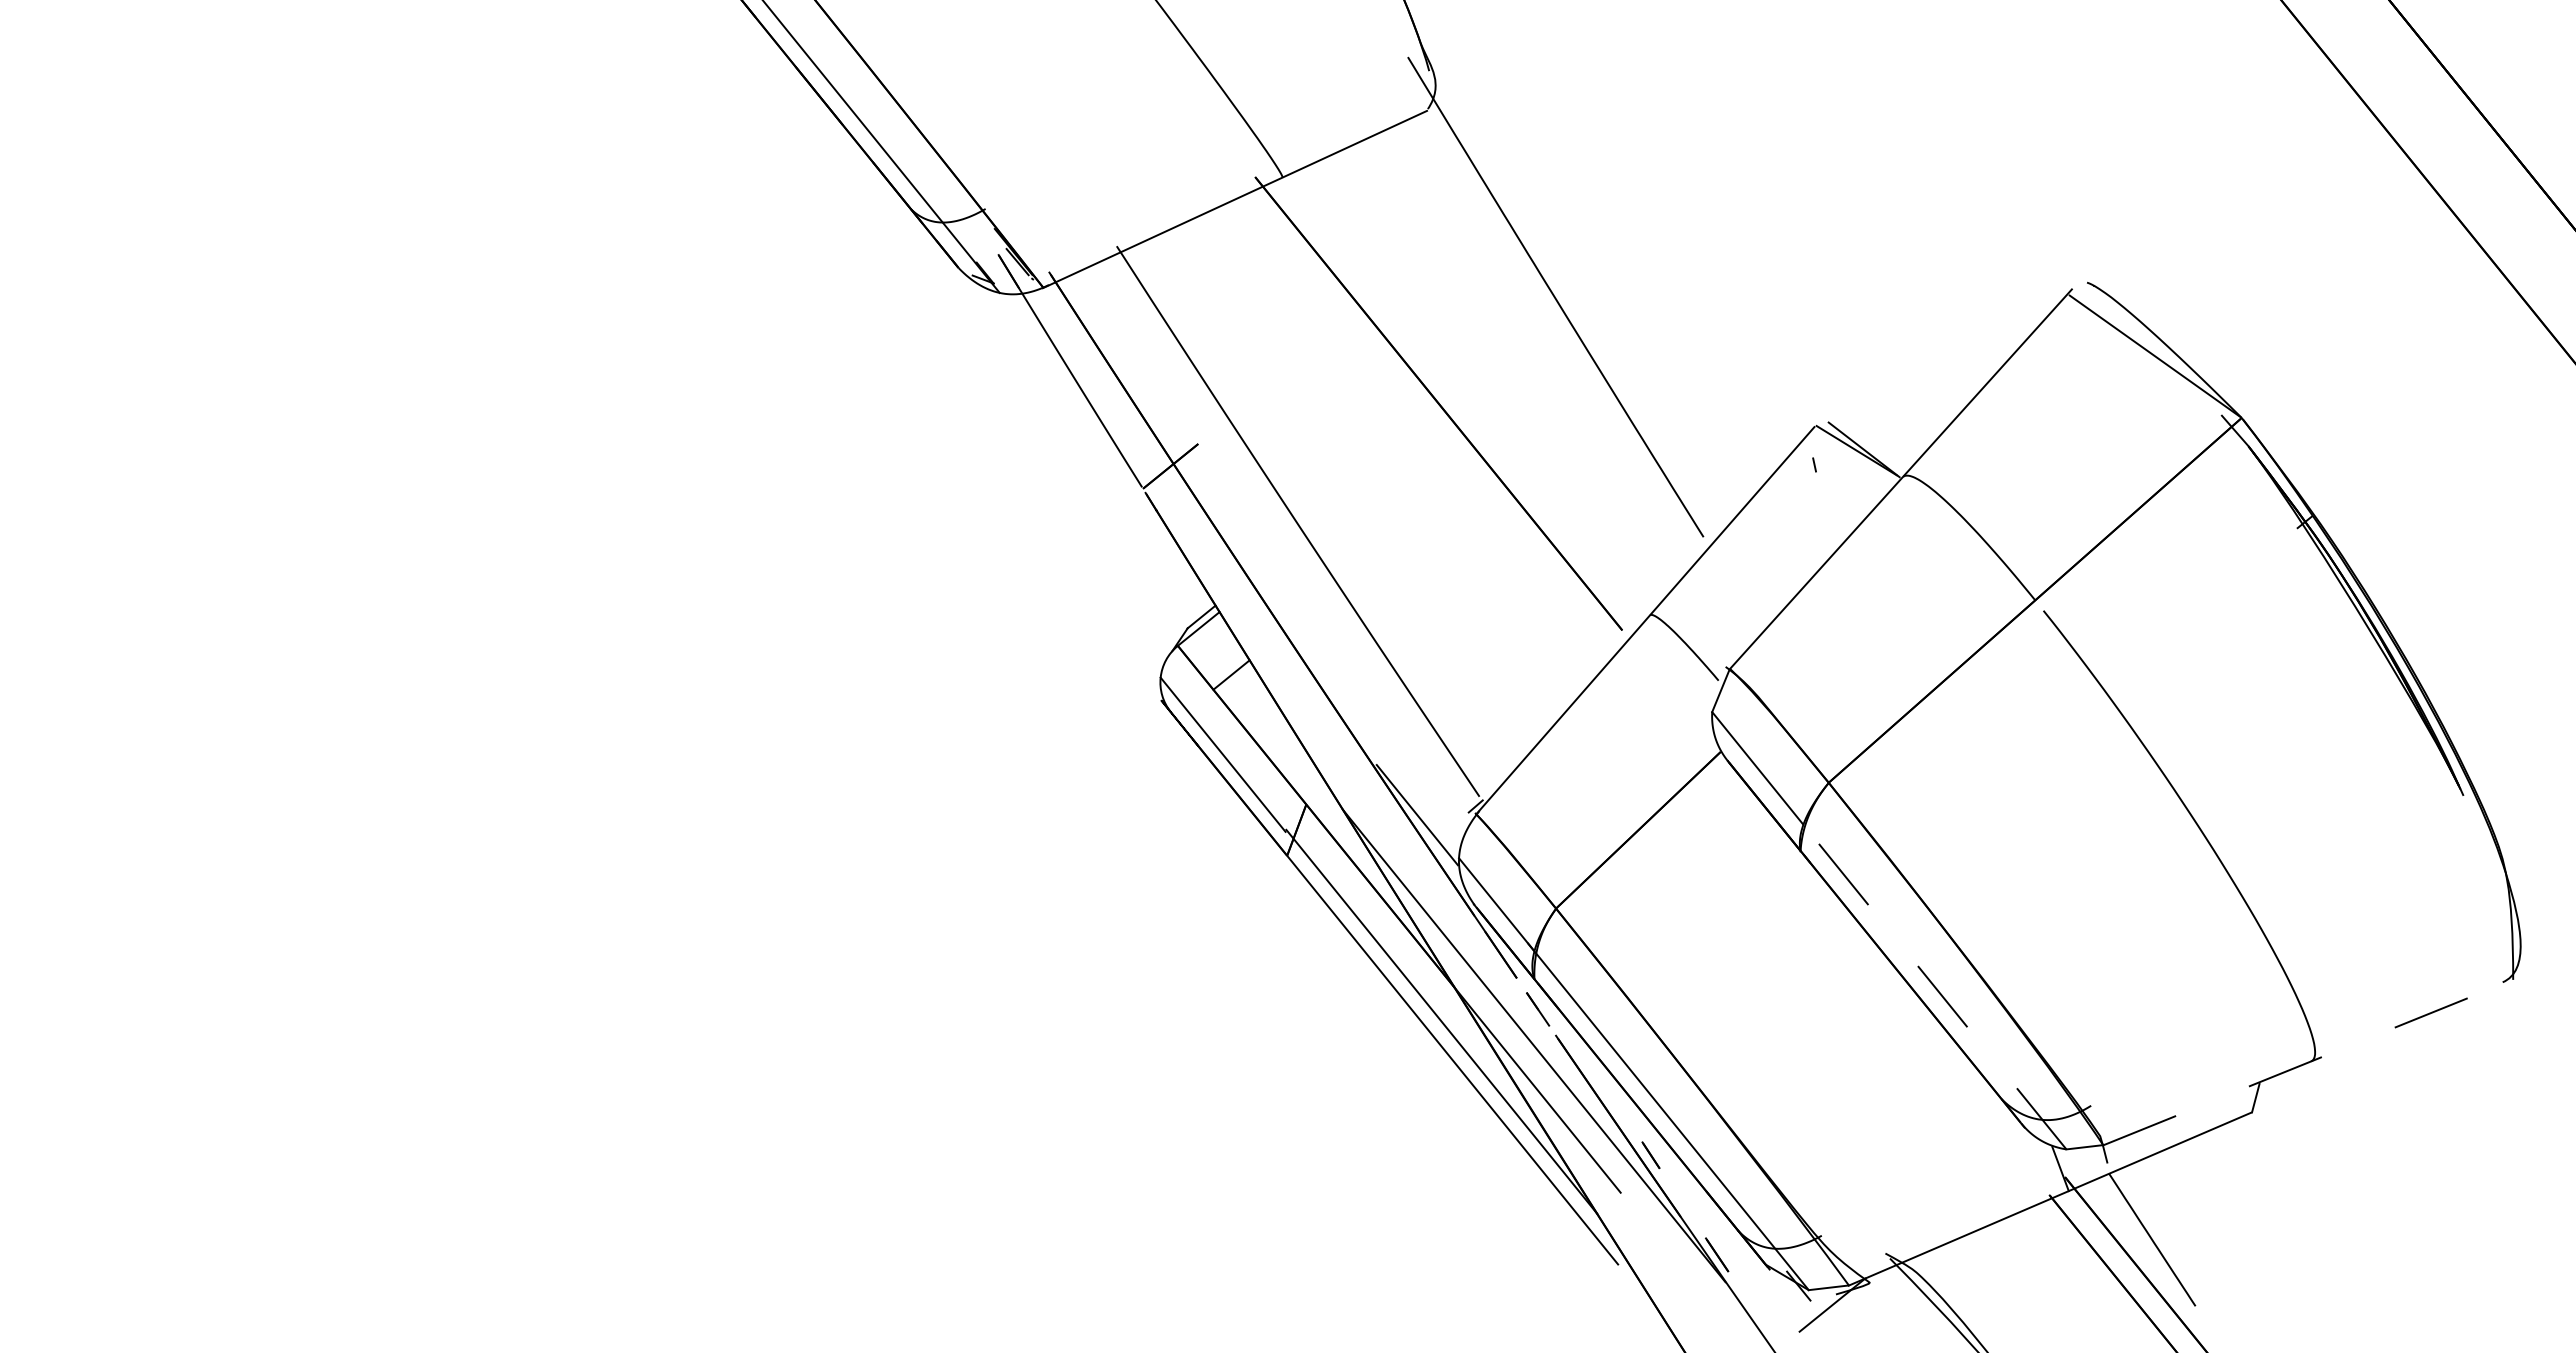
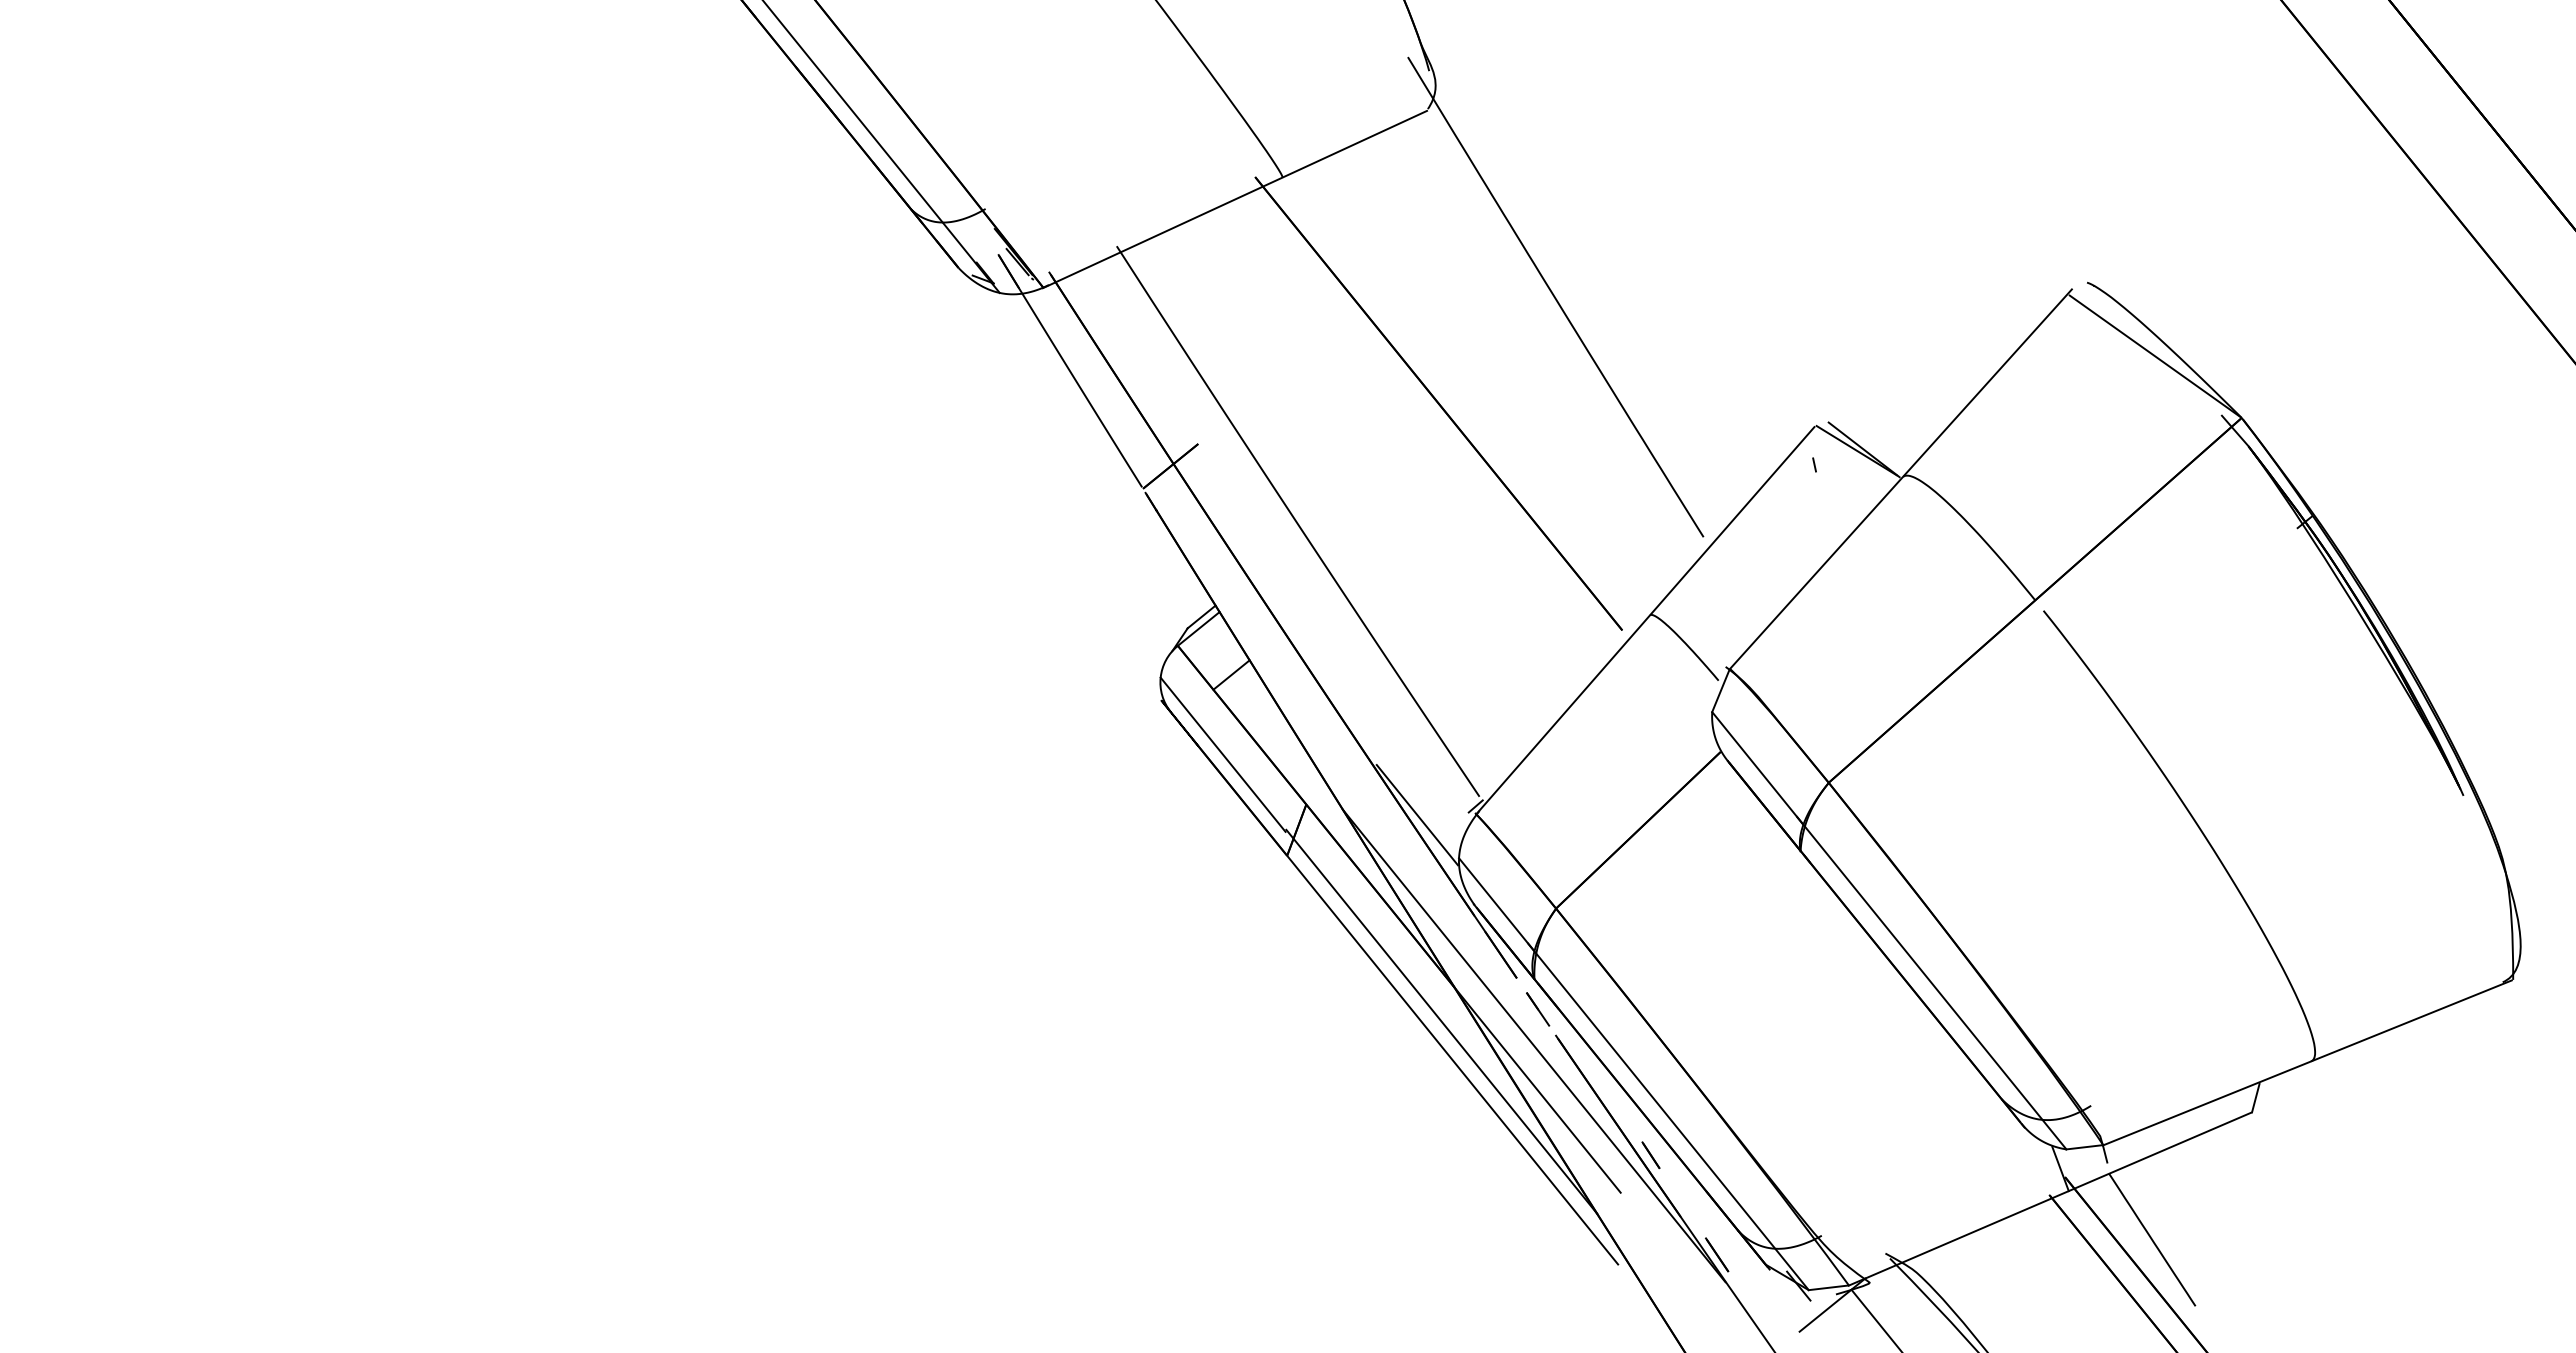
line at (1931, 983): dashed -> solid
line at (2307, 1062): dashed -> solid
line at (1875, 1319): none -> present
